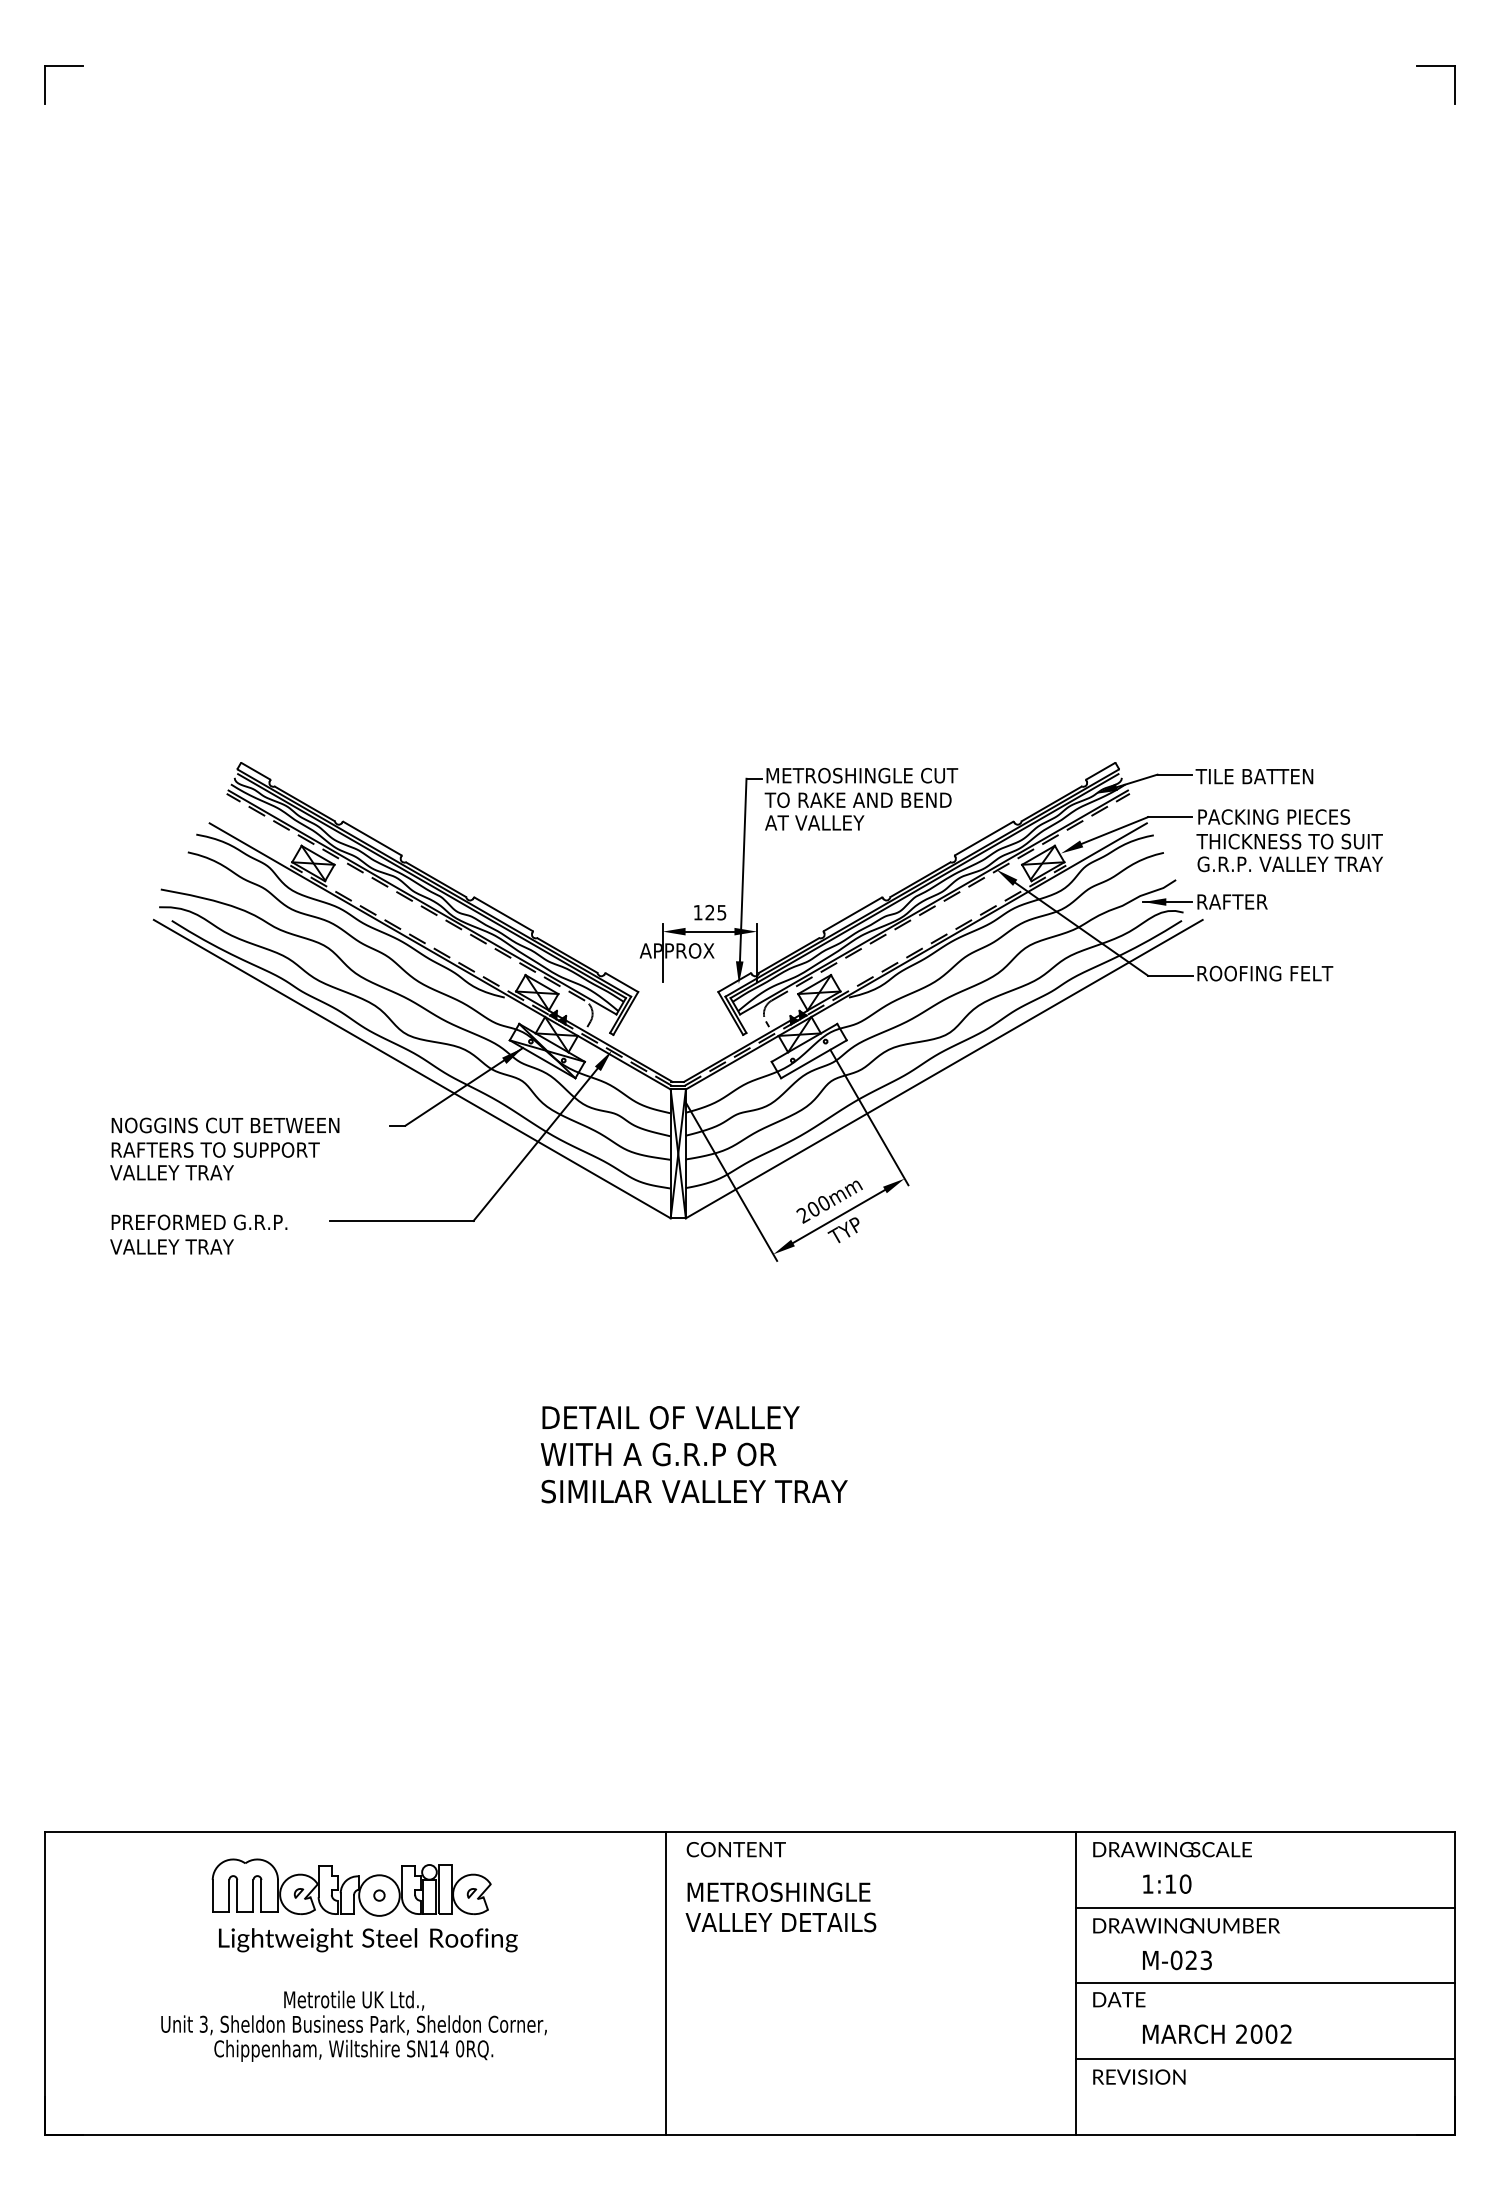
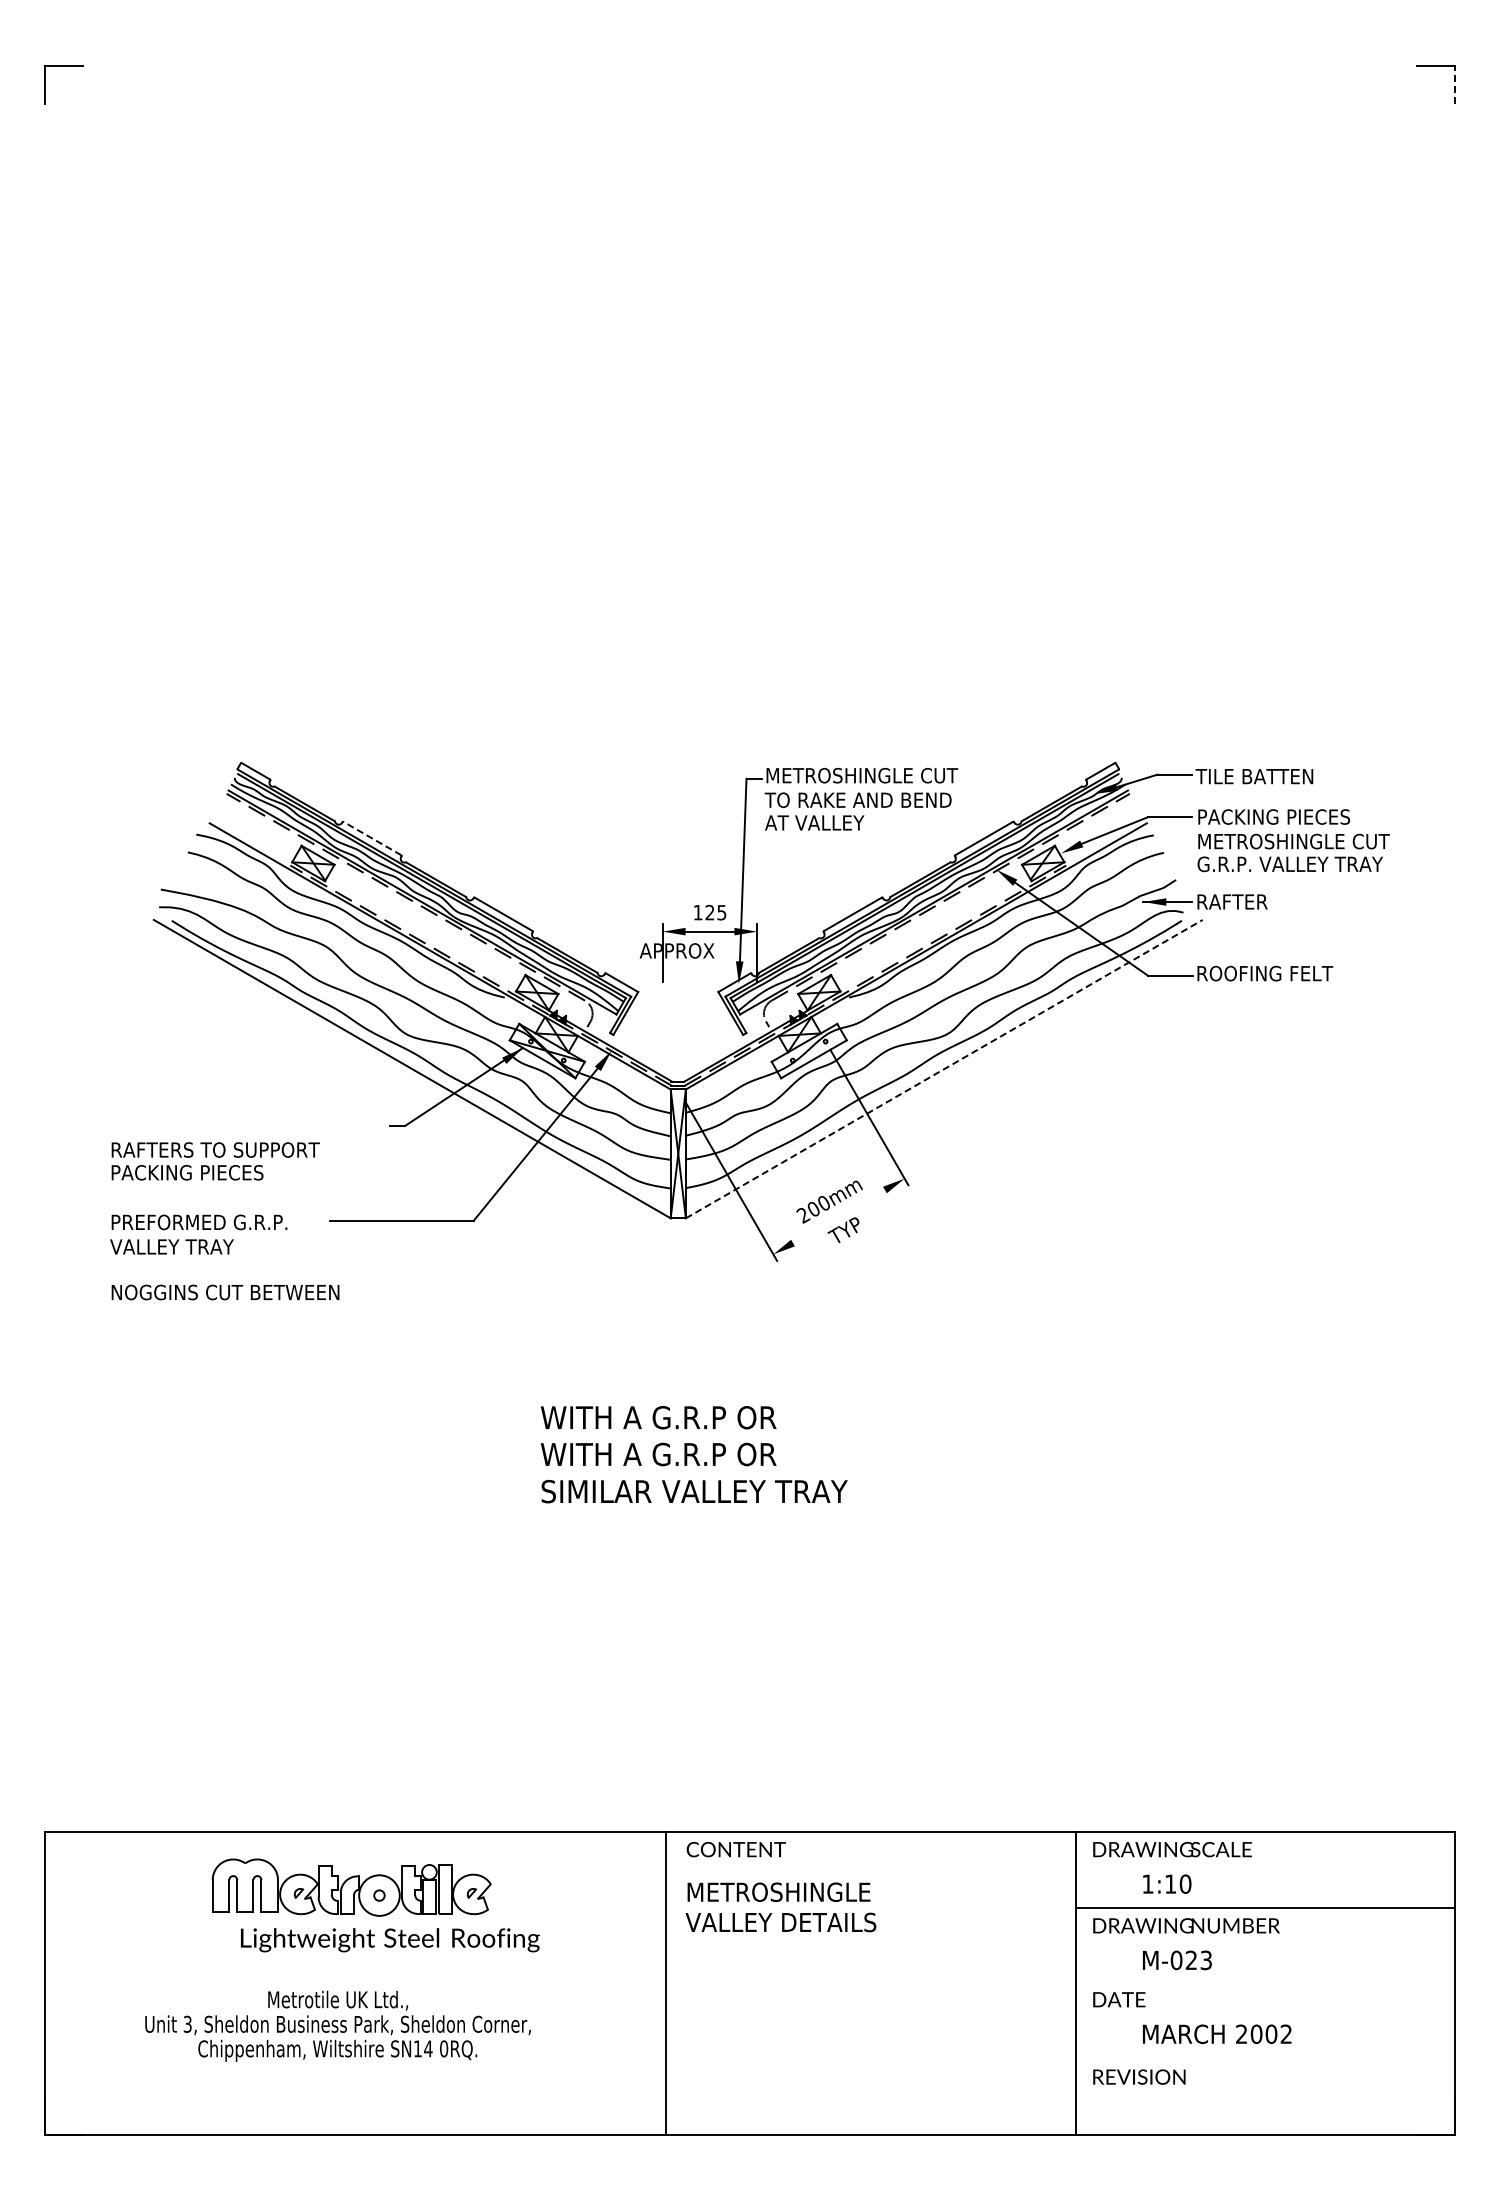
line at (1454, 84): solid -> dashed
line at (371, 838): solid -> dashed
text at (1292, 841): THICKNESS TO SUIT -> METROSHINGLE CUT
line at (944, 1068): solid -> dashed
text at (225, 1125) position: (225, 1125) -> (225, 1292)
text at (186, 1172): VALLEY TRAY -> PACKING PIECES
line at (838, 1216): present -> none
text at (669, 1417): DETAIL OF VALLEY -> WITH A G.R.P OR
text at (368, 1940) position: (368, 1940) -> (390, 1940)
line at (1264, 1983): present -> none
text at (353, 2025) position: (353, 2025) -> (337, 2025)
line at (1264, 2059): present -> none
